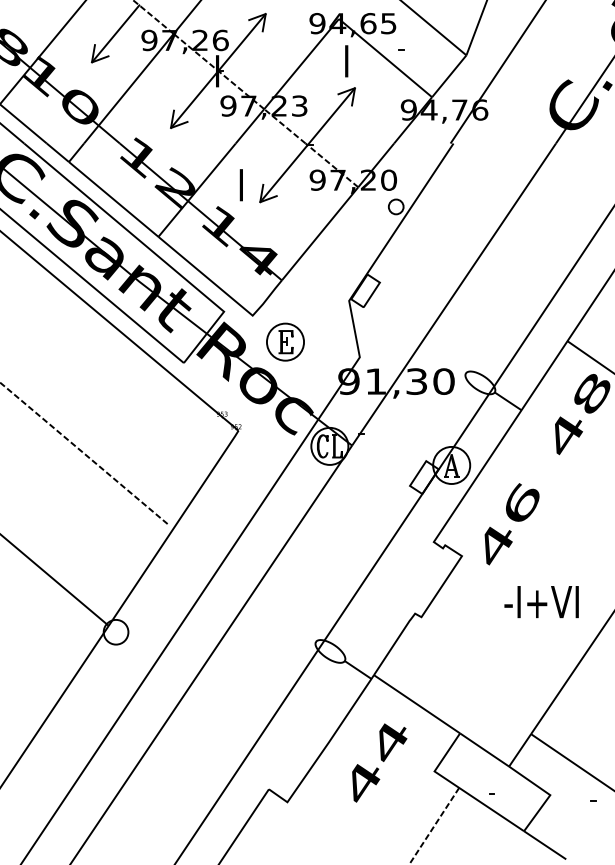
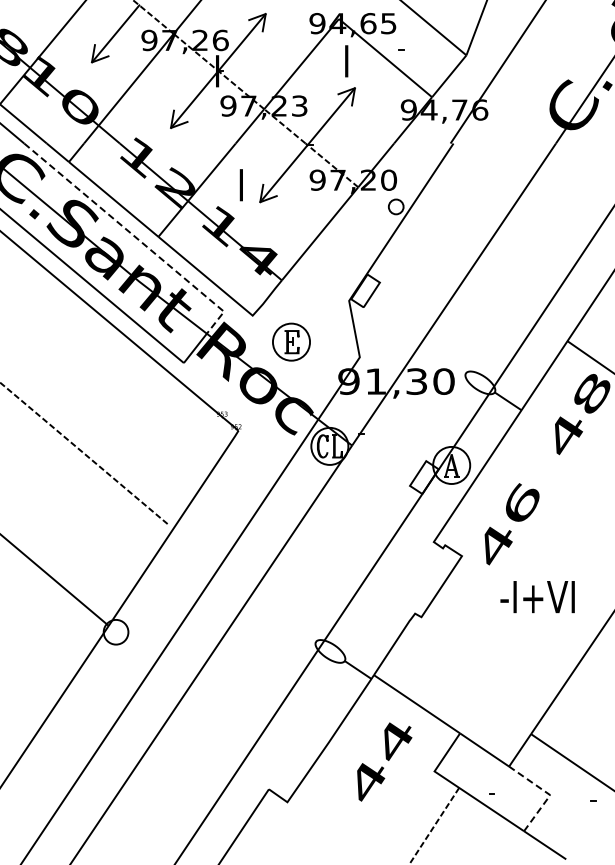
line at (135, 237): solid -> dashed
part at (285, 341) position: (285, 341) -> (291, 341)
text at (541, 602) position: (541, 602) -> (537, 597)
text at (379, 762) position: (379, 762) -> (384, 761)
line at (547, 793): solid -> dashed
